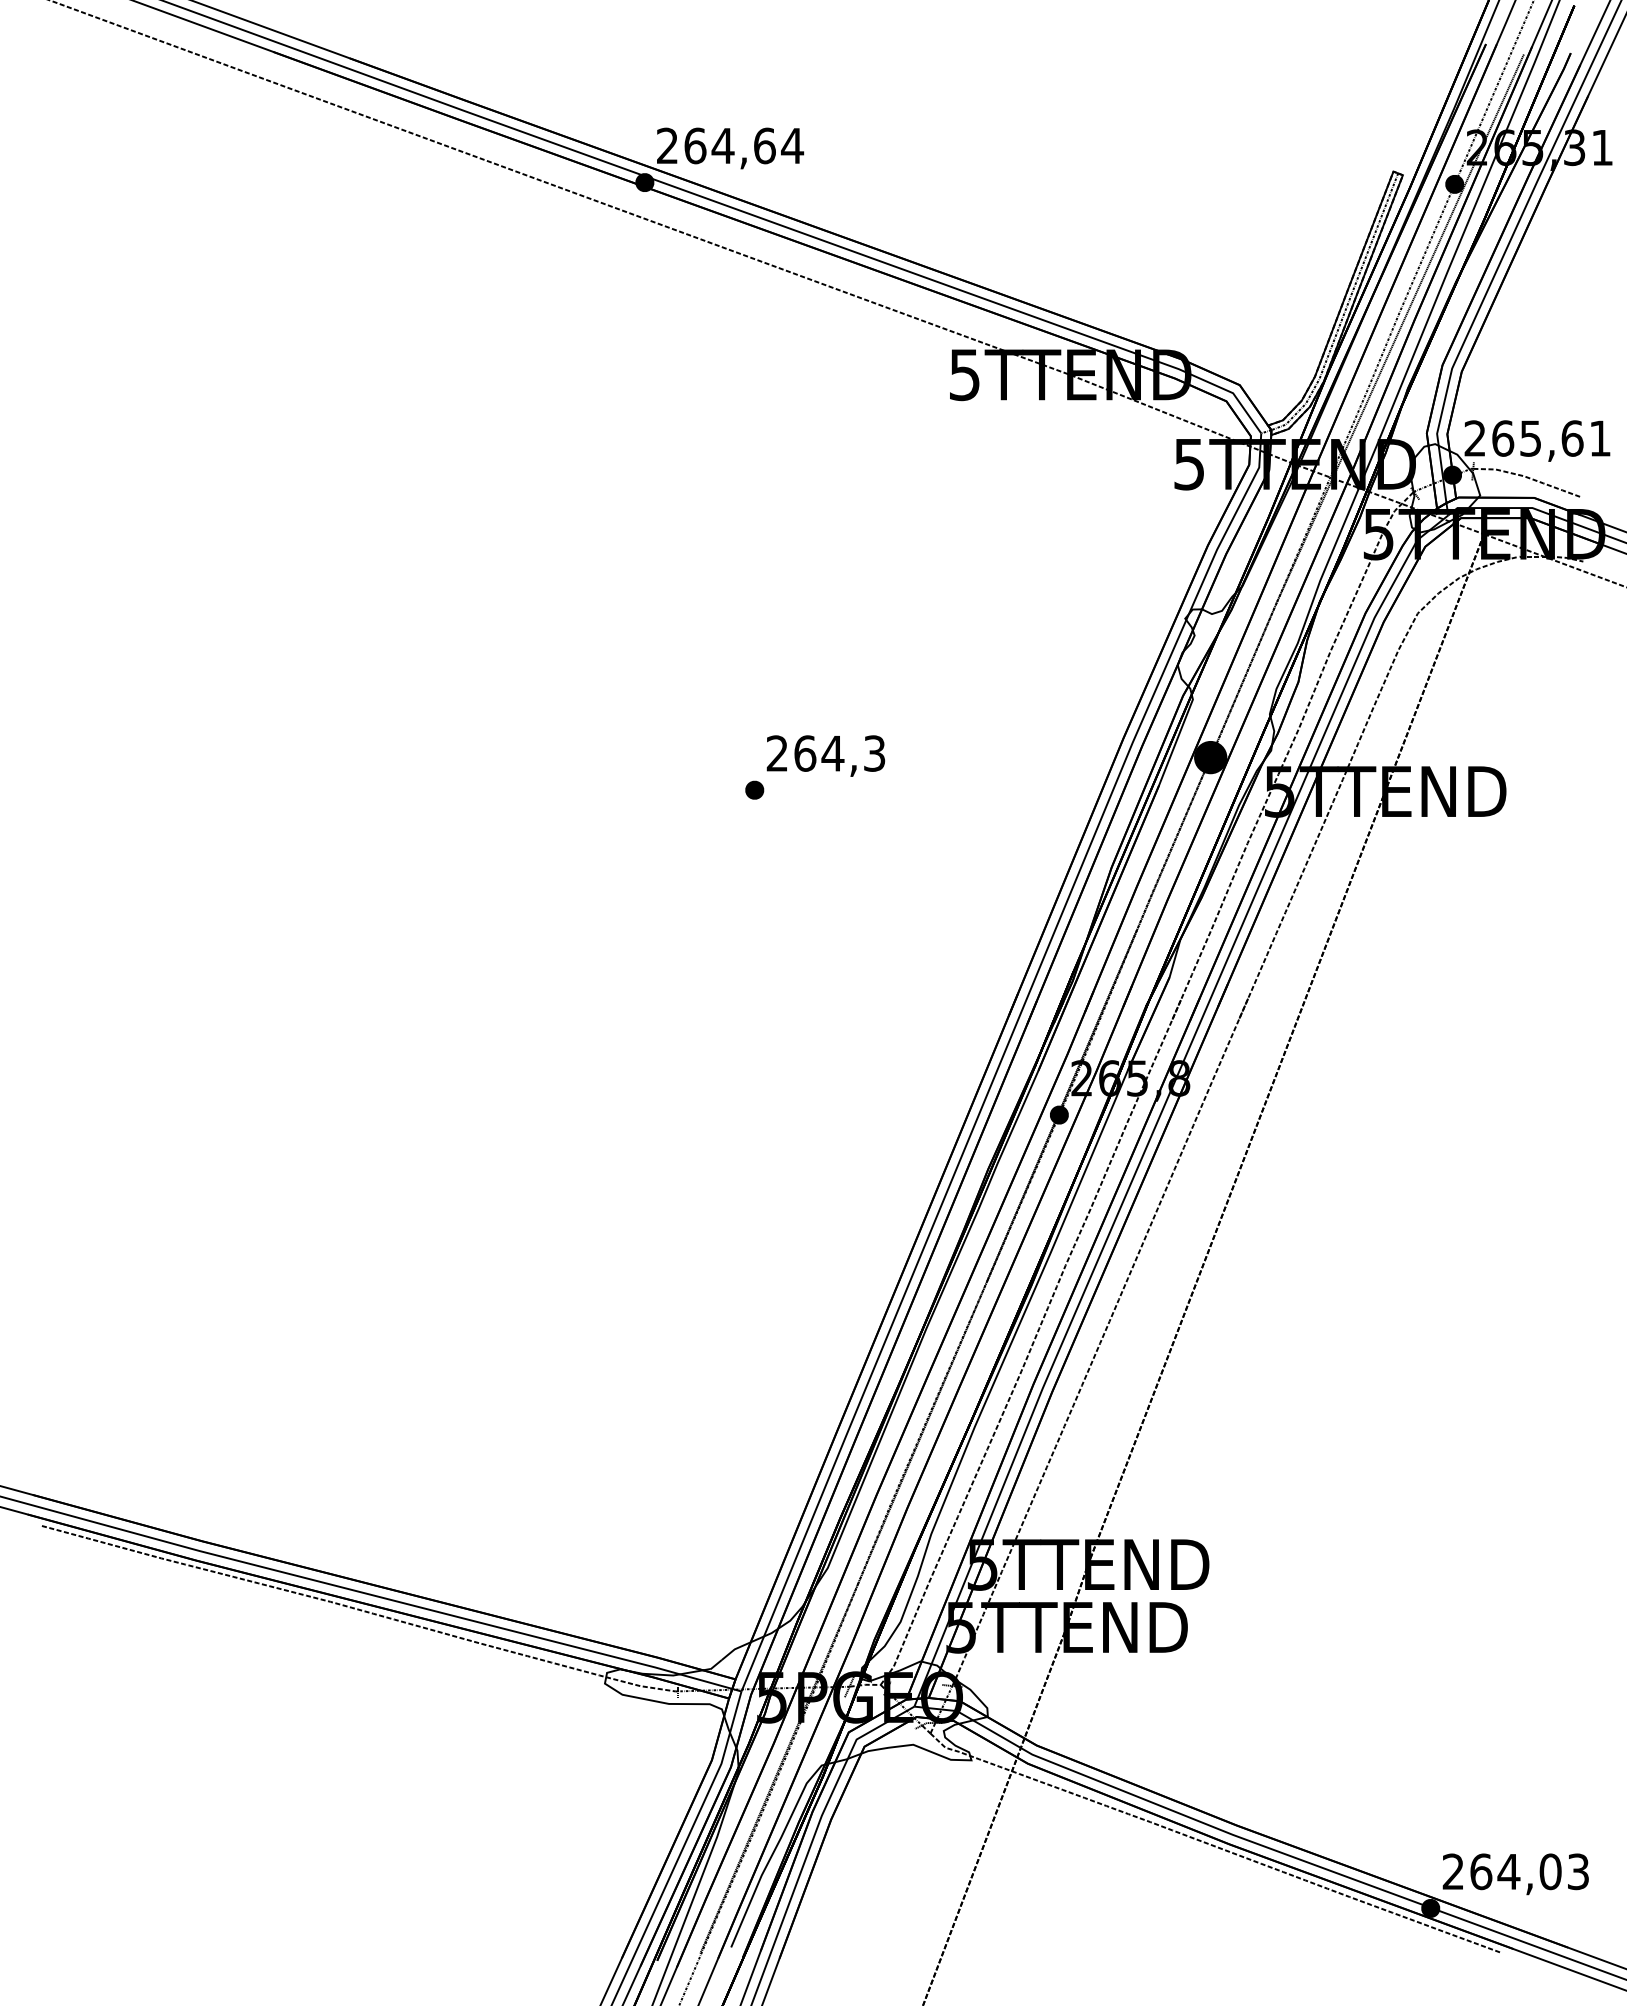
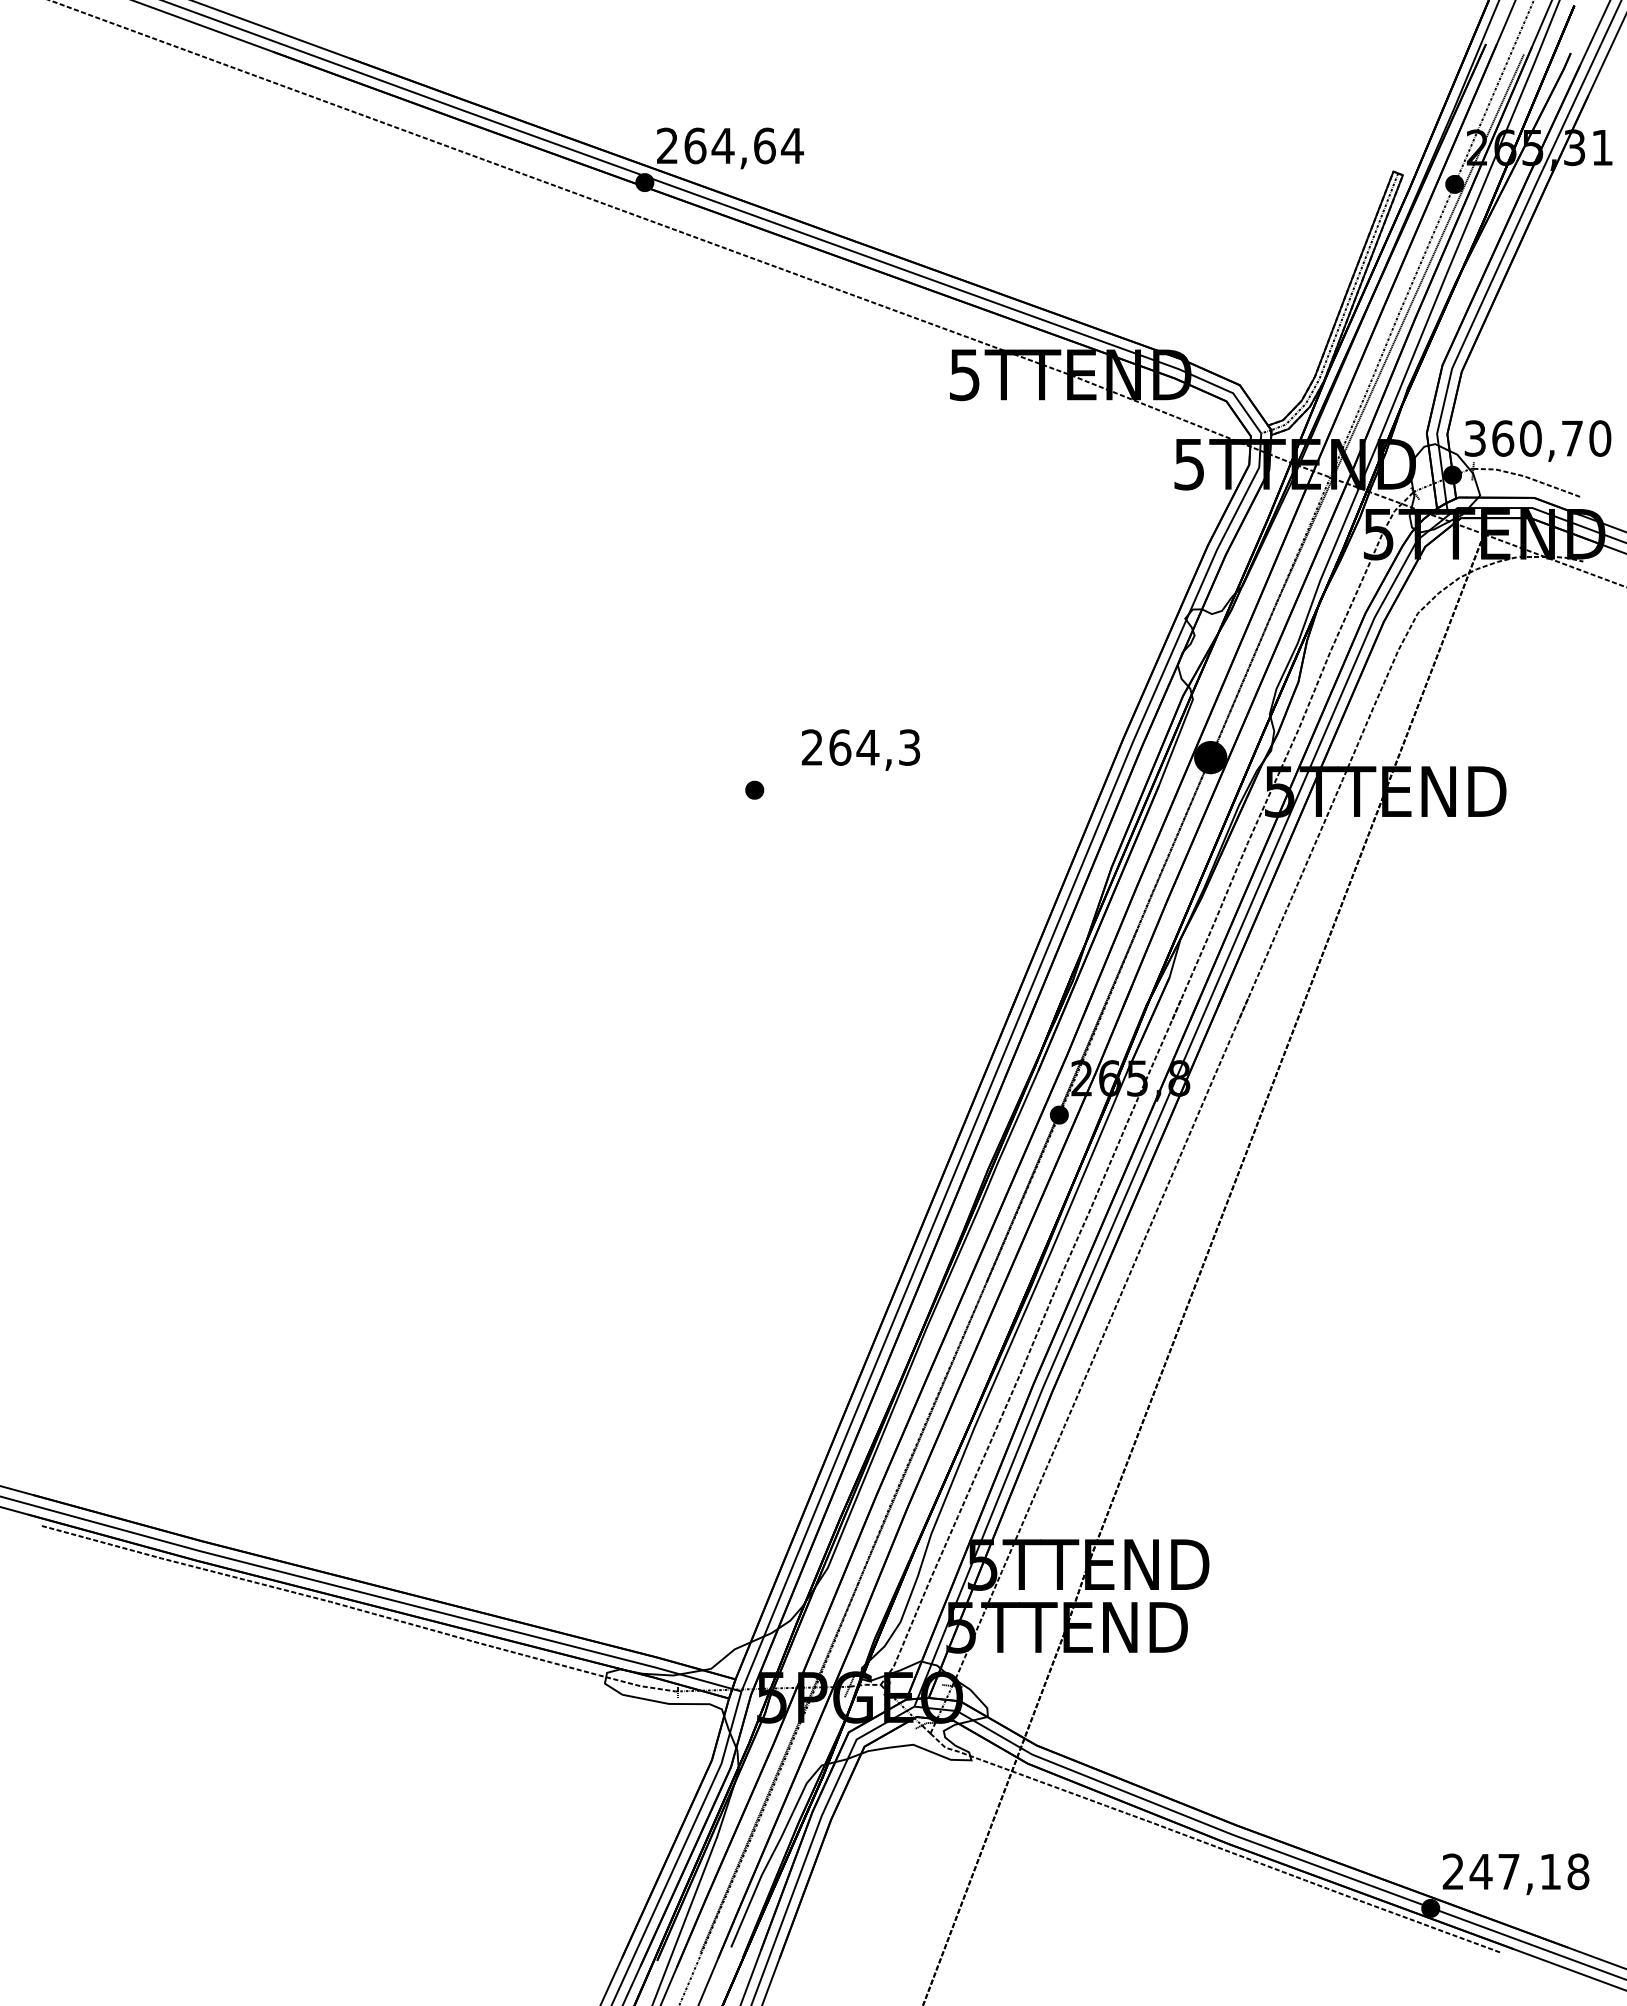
text at (1537, 438): 265,61 -> 360,70
text at (825, 755) position: (825, 755) -> (860, 749)
text at (1529, 1871): 264,03 -> 247,18
